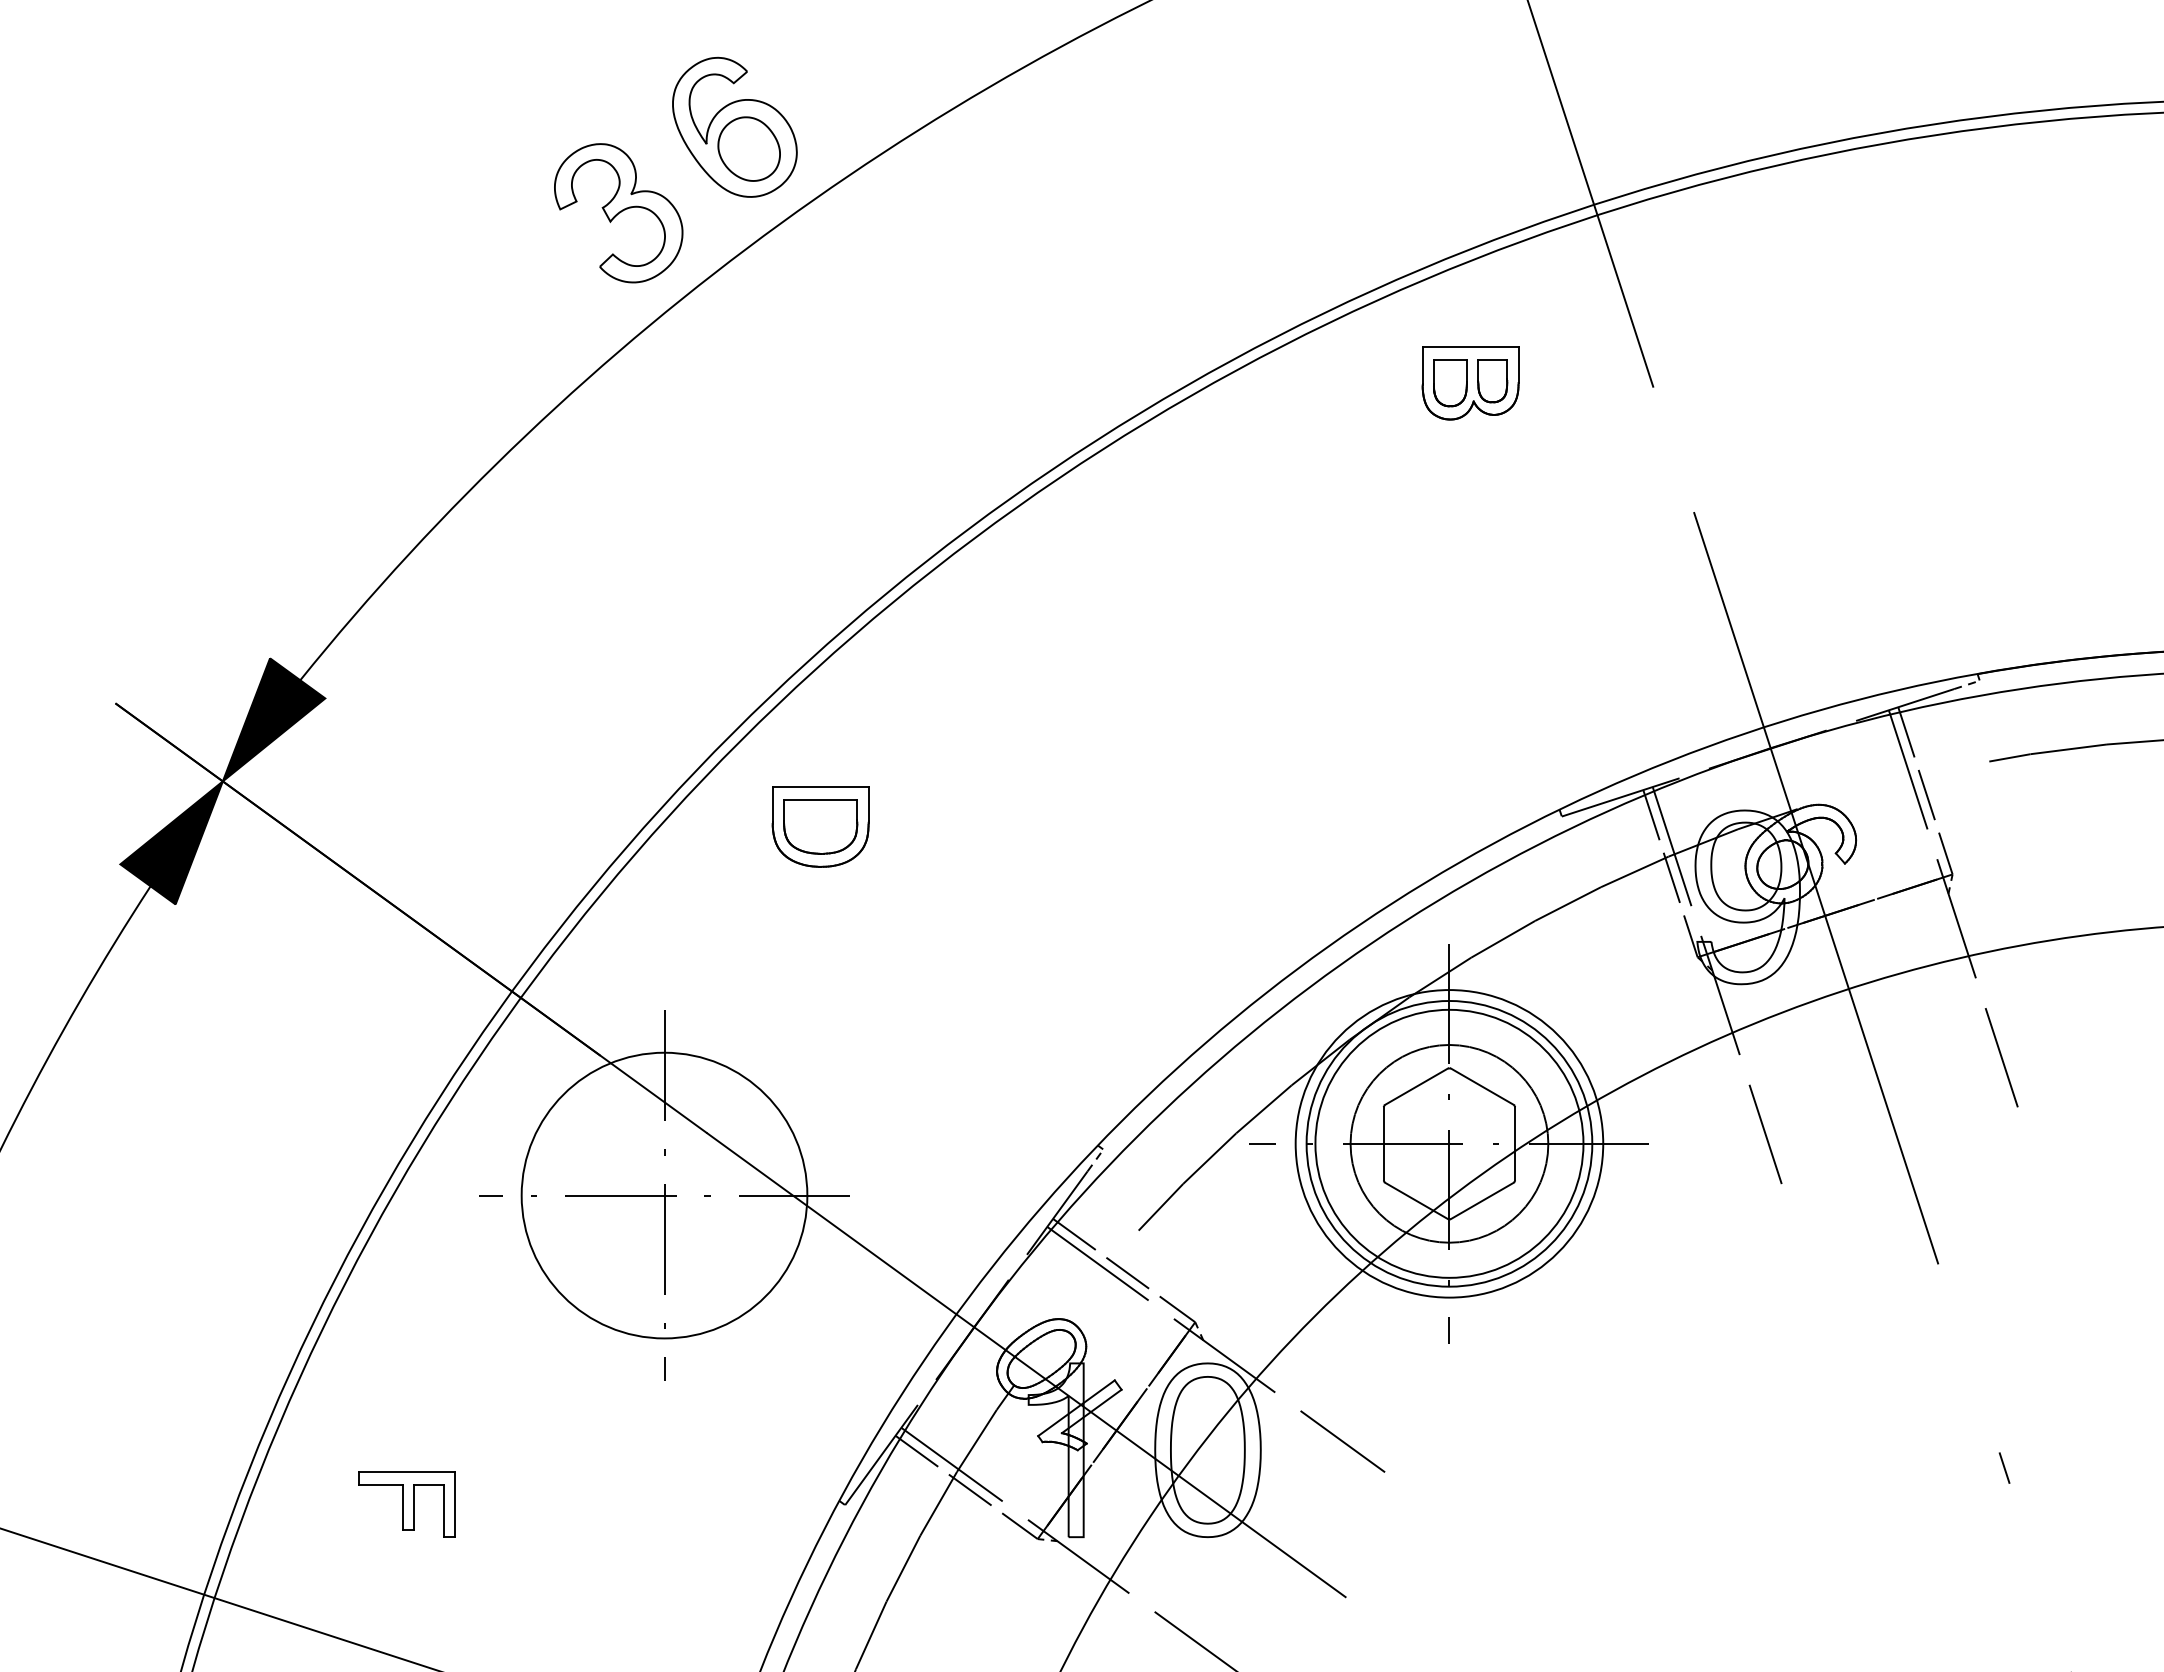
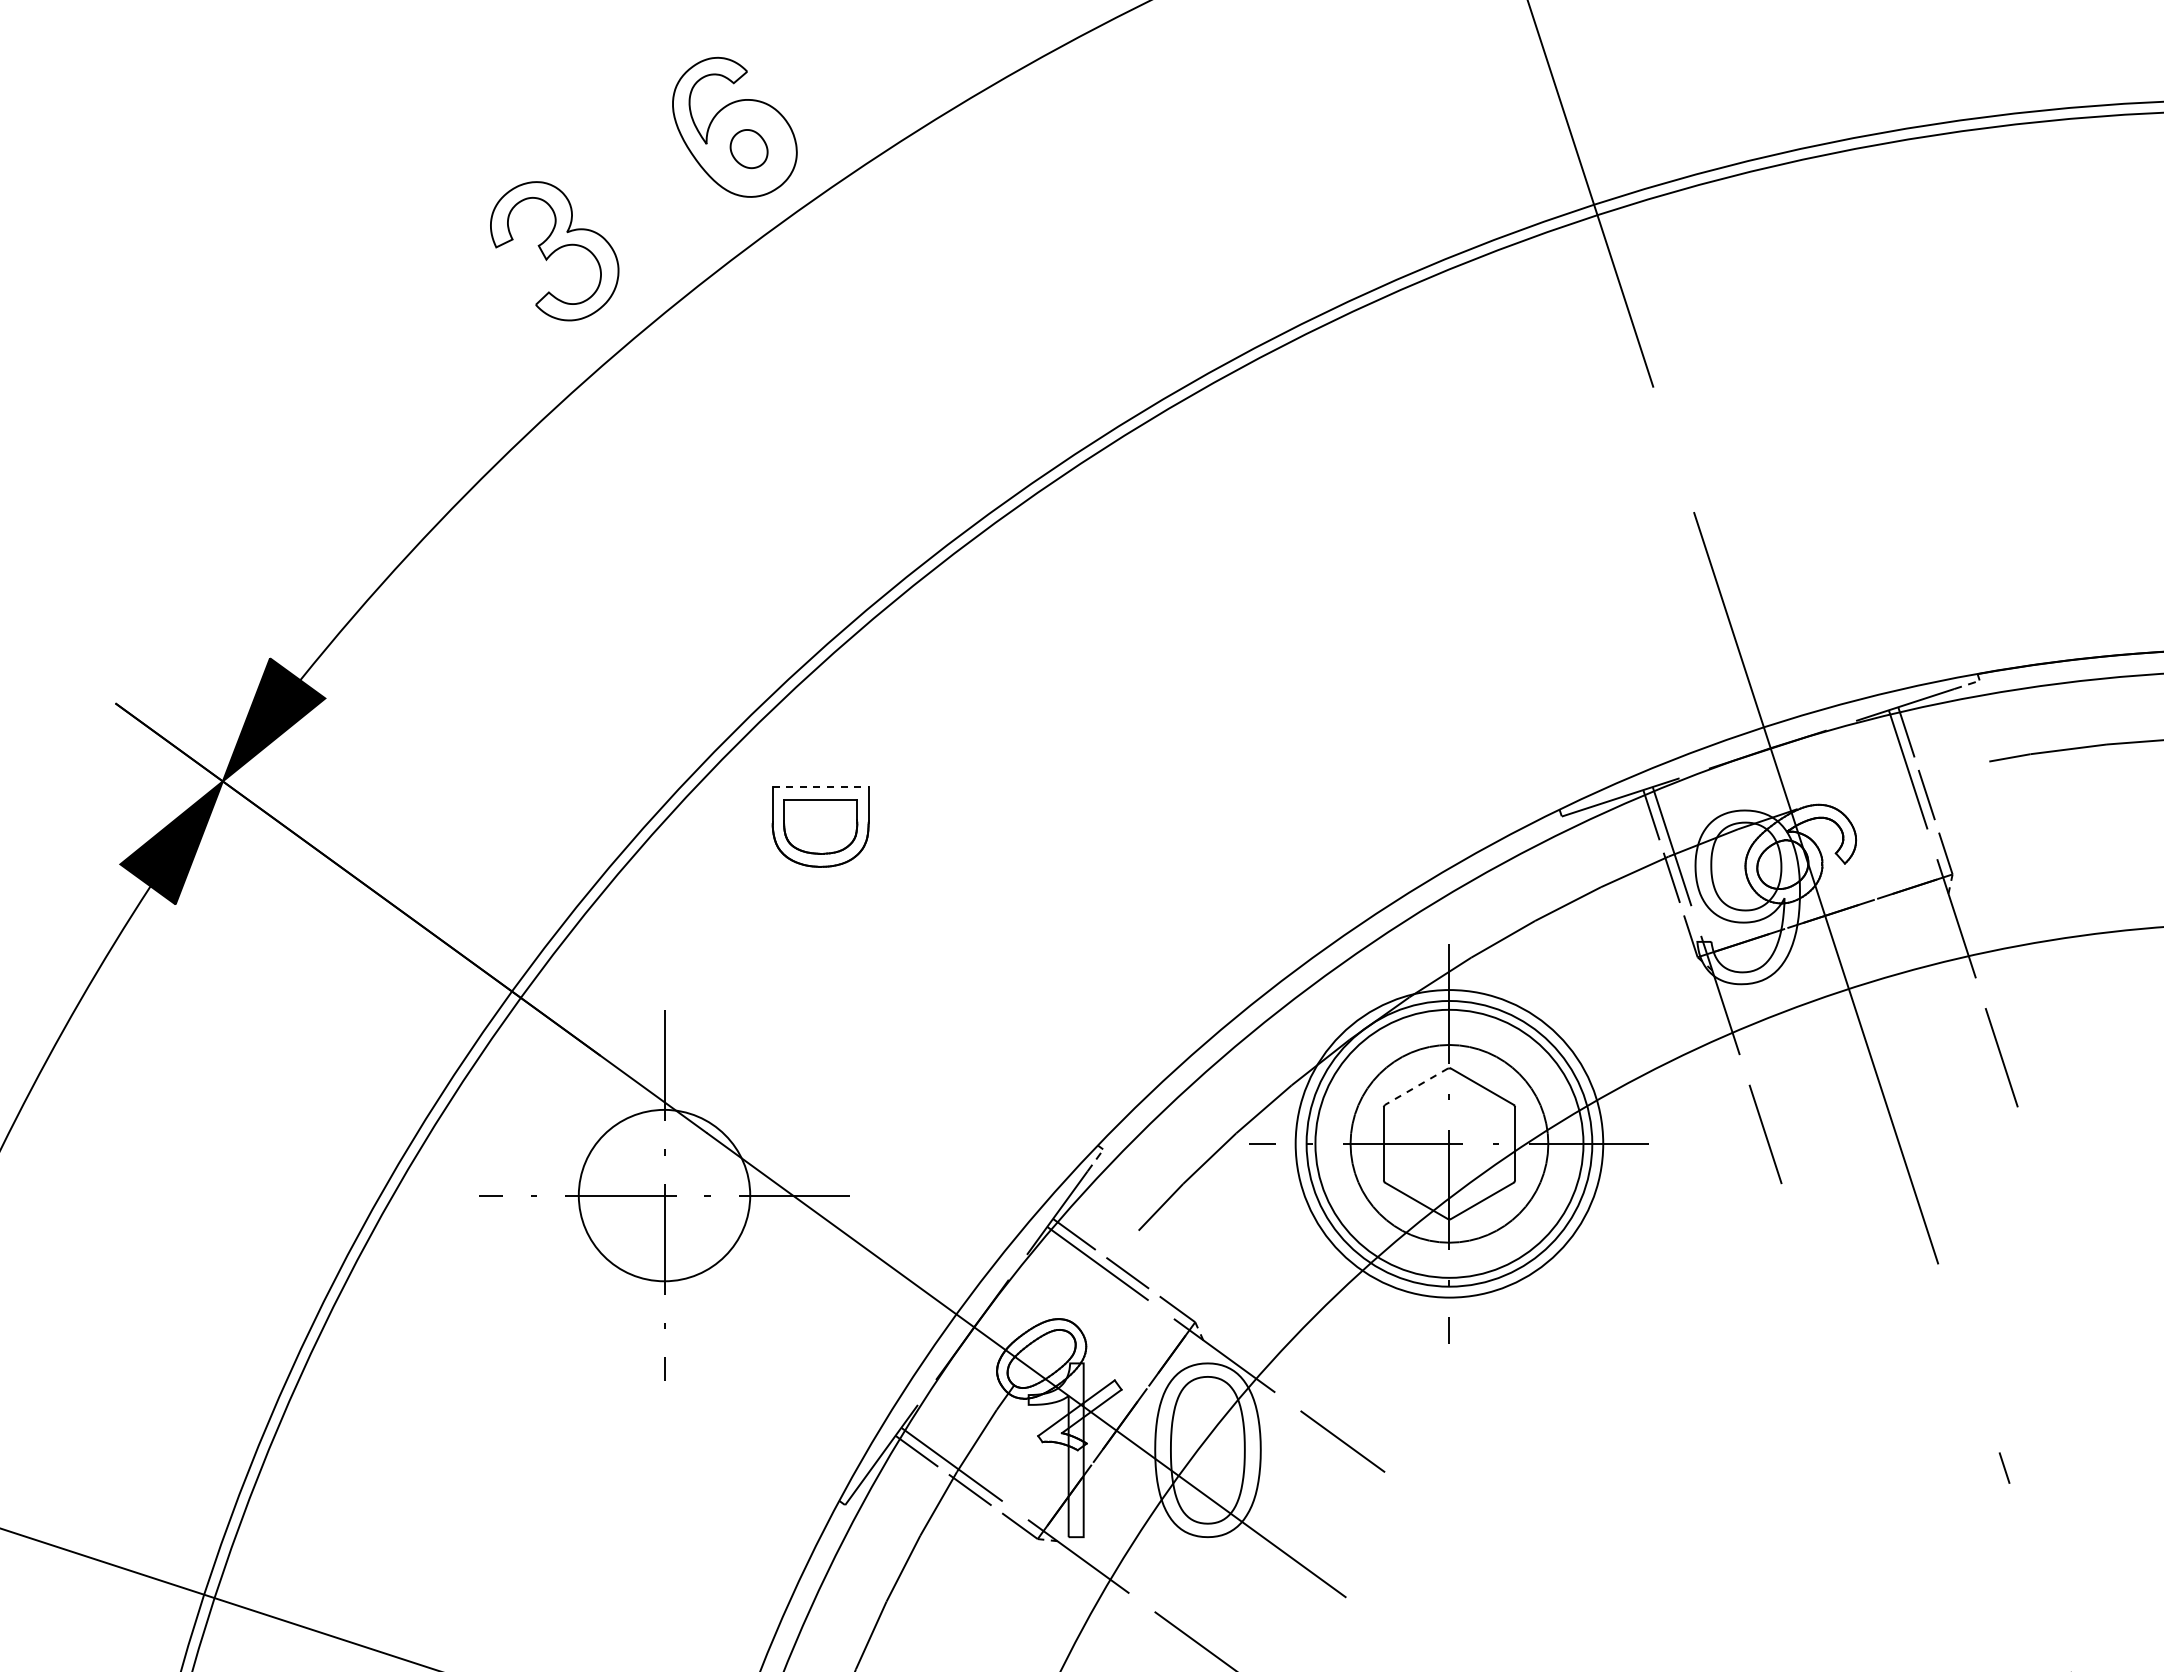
part at (748, 148) size: 64x66 px -> 40x41 px
part at (618, 213) position: (618, 213) -> (554, 251)
part at (1470, 383): present -> none
line at (820, 787): solid -> dashed
line at (1416, 1086): solid -> dashed
circle at (664, 1195) diameter: 286 px -> 171 px
part at (406, 1504): present -> none
